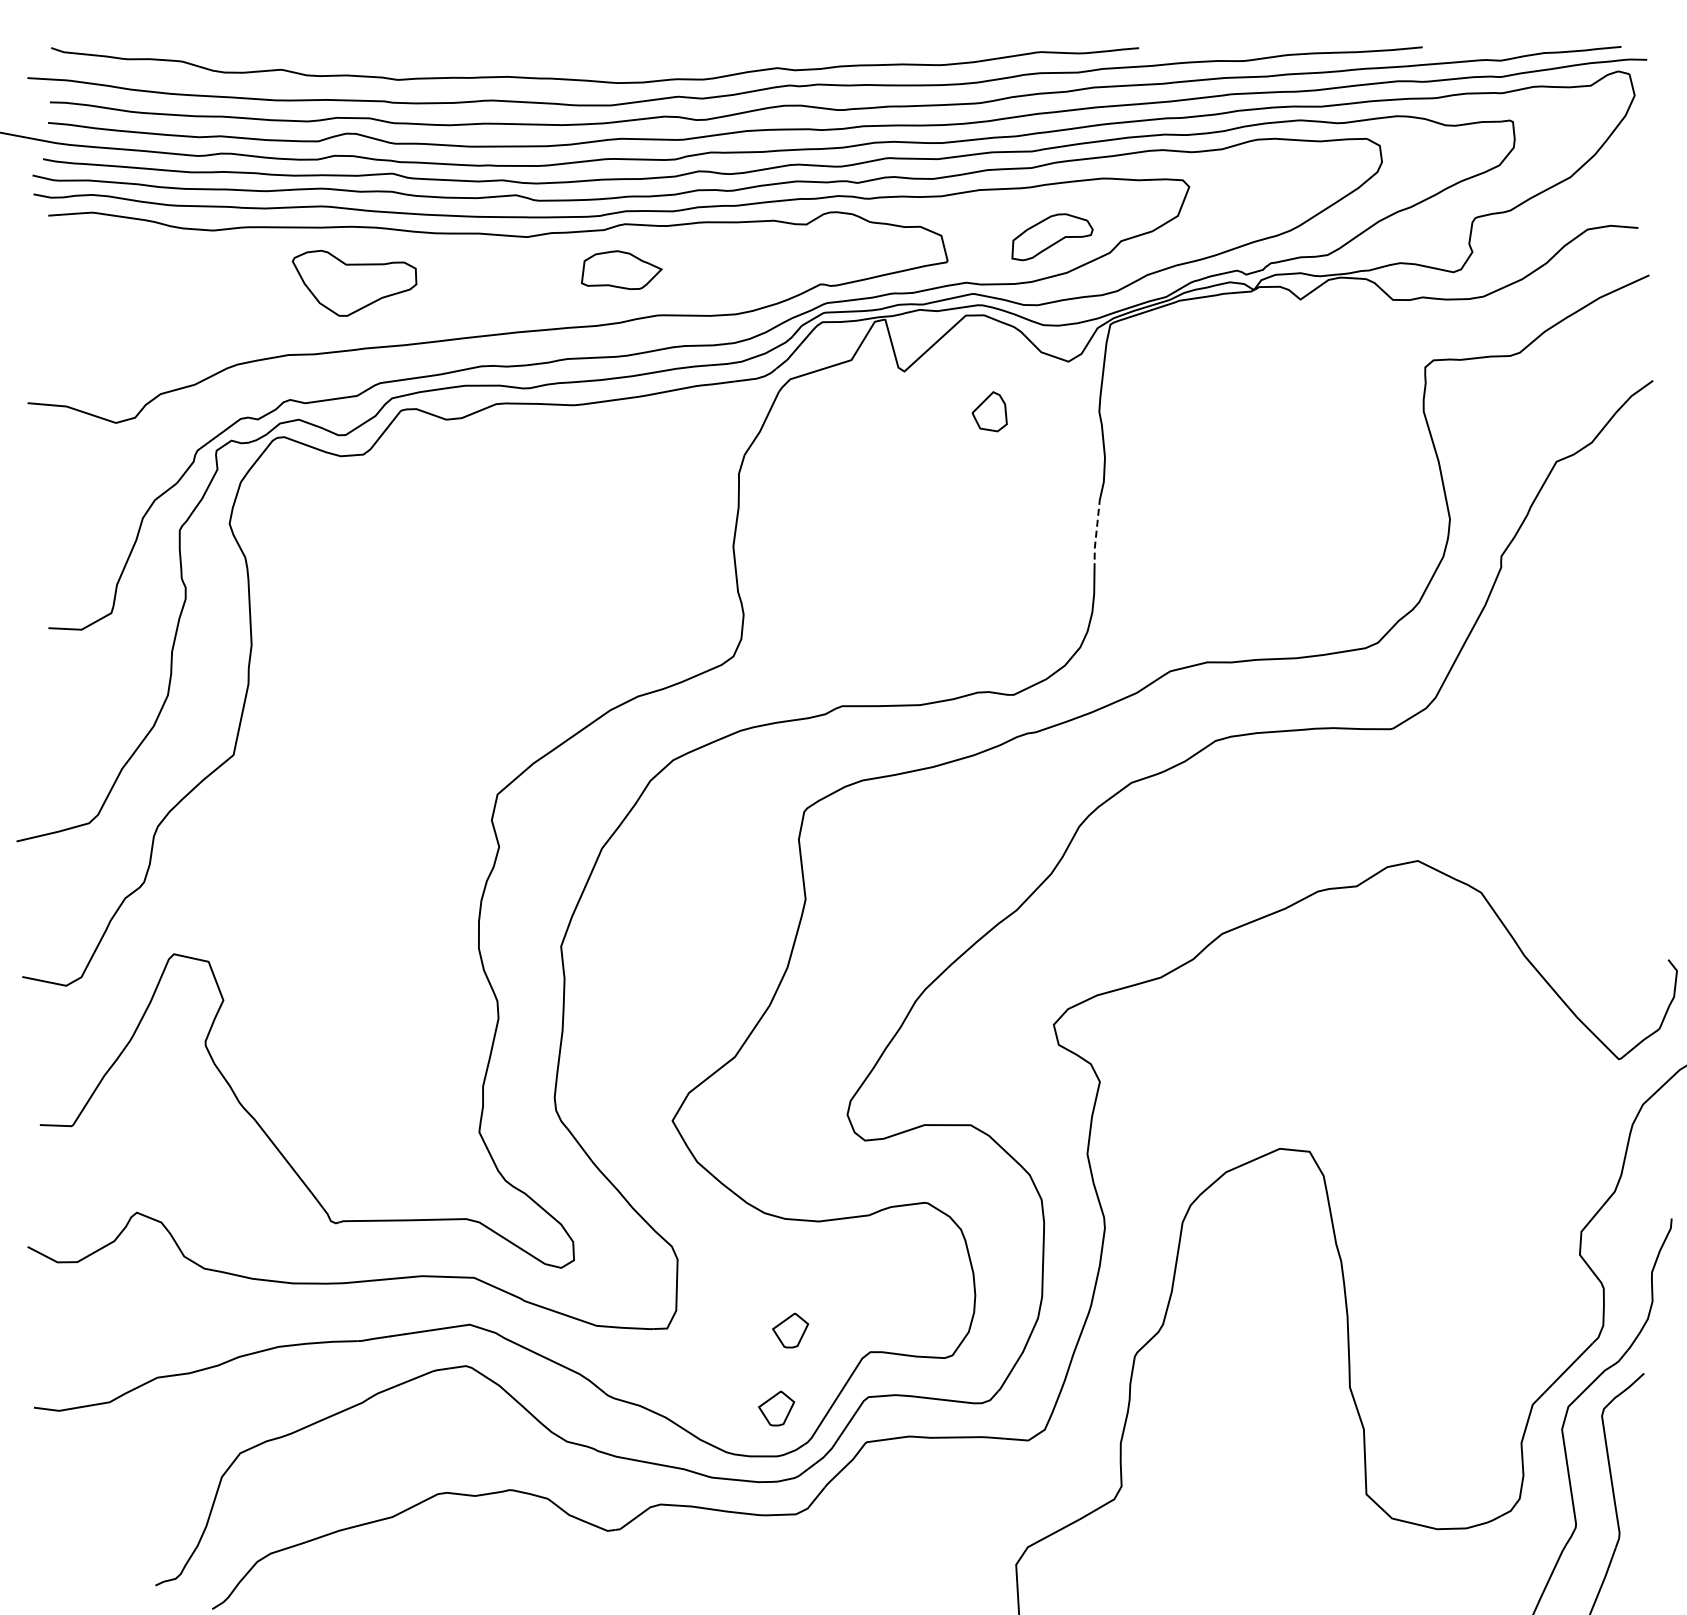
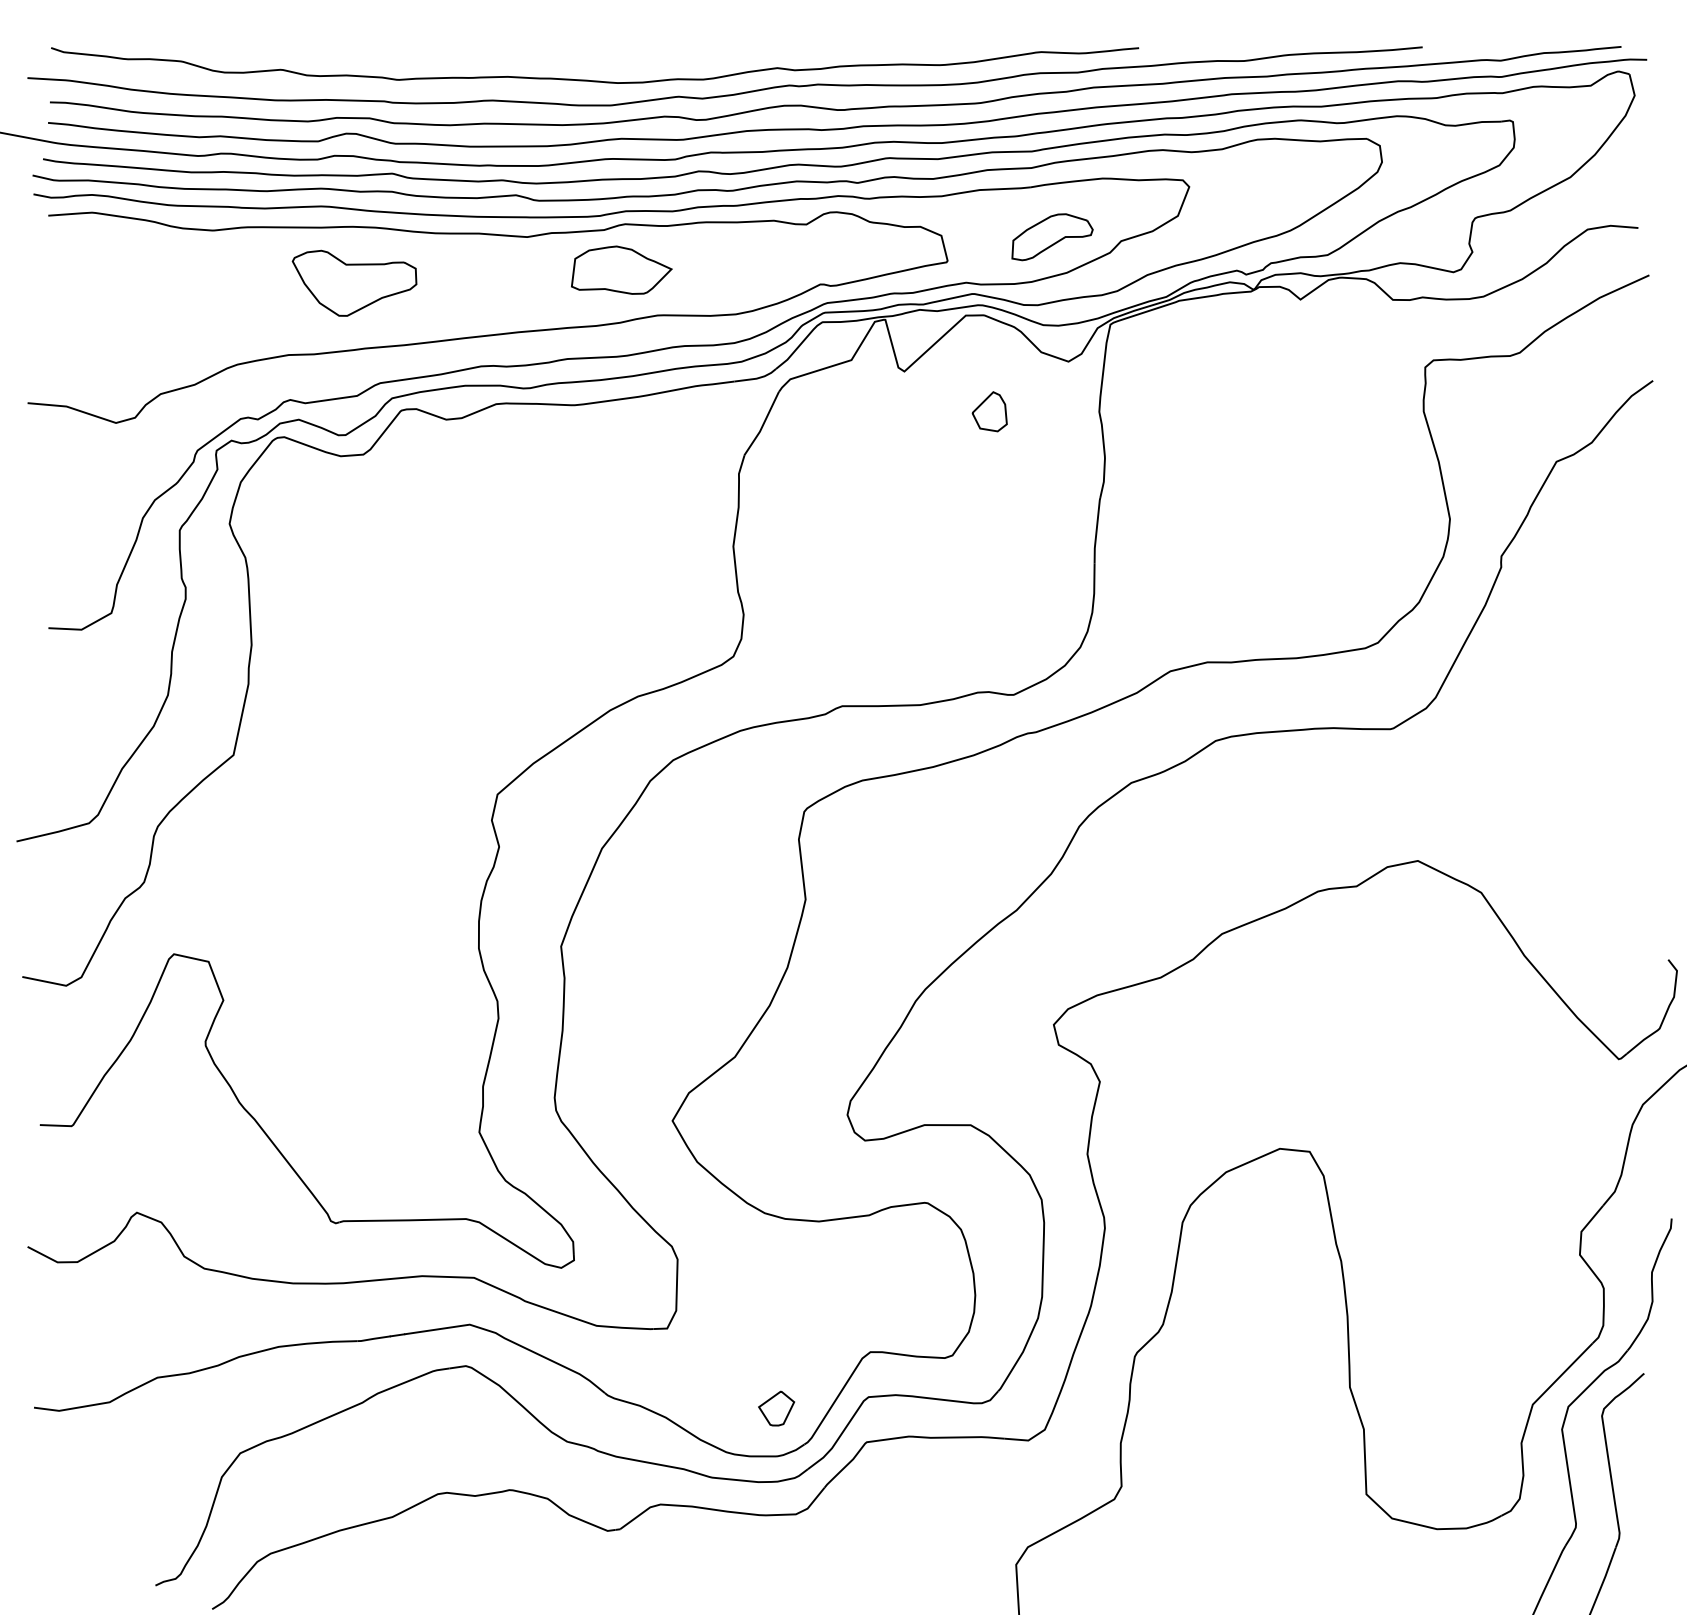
part at (621, 269) size: 82x40 px -> 102x50 px
line at (1096, 530): dashed -> solid
part at (790, 1330): present -> none
